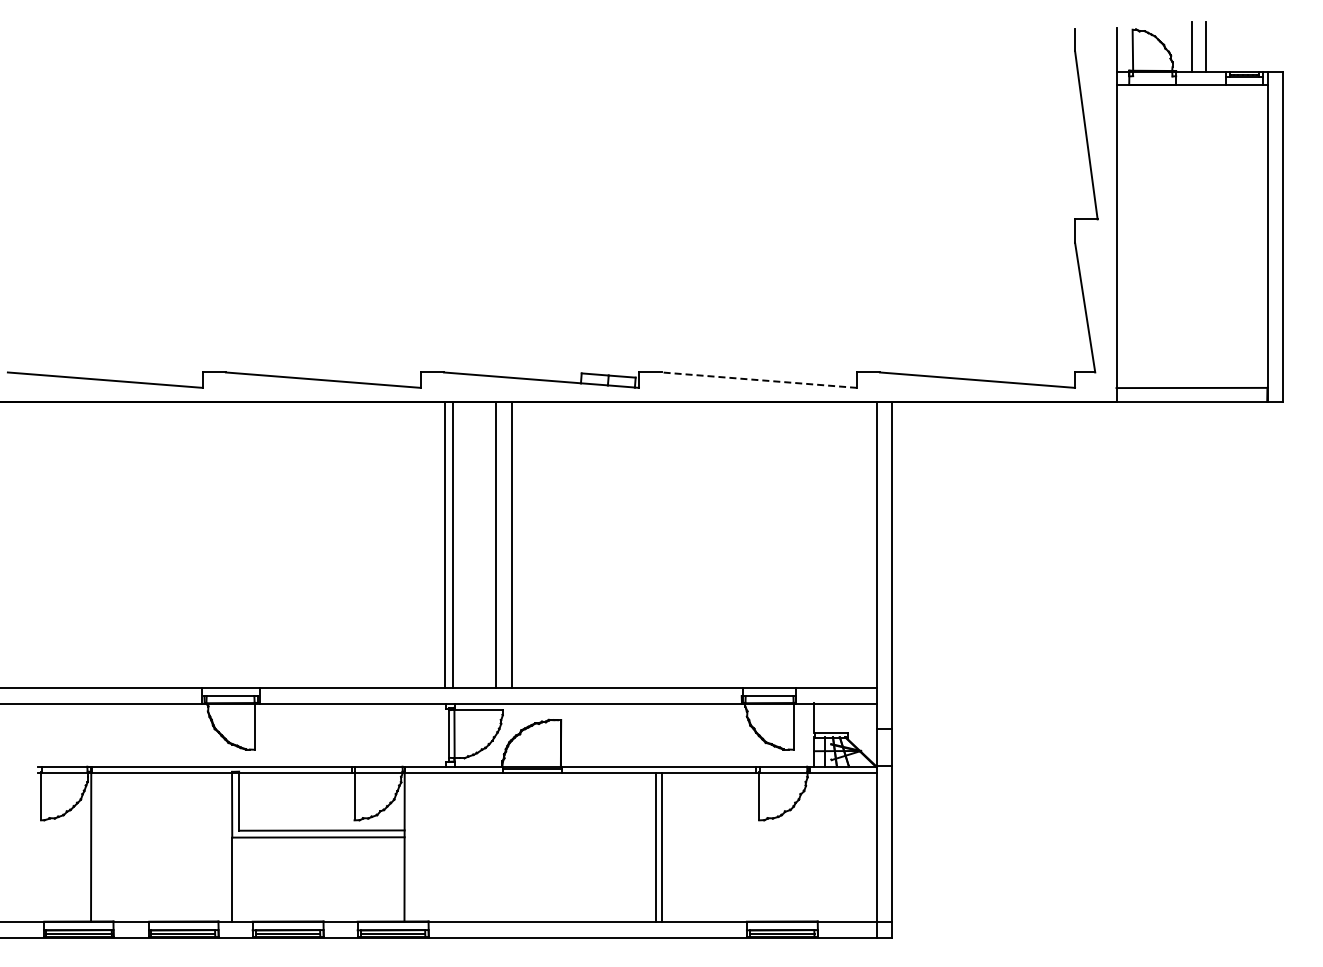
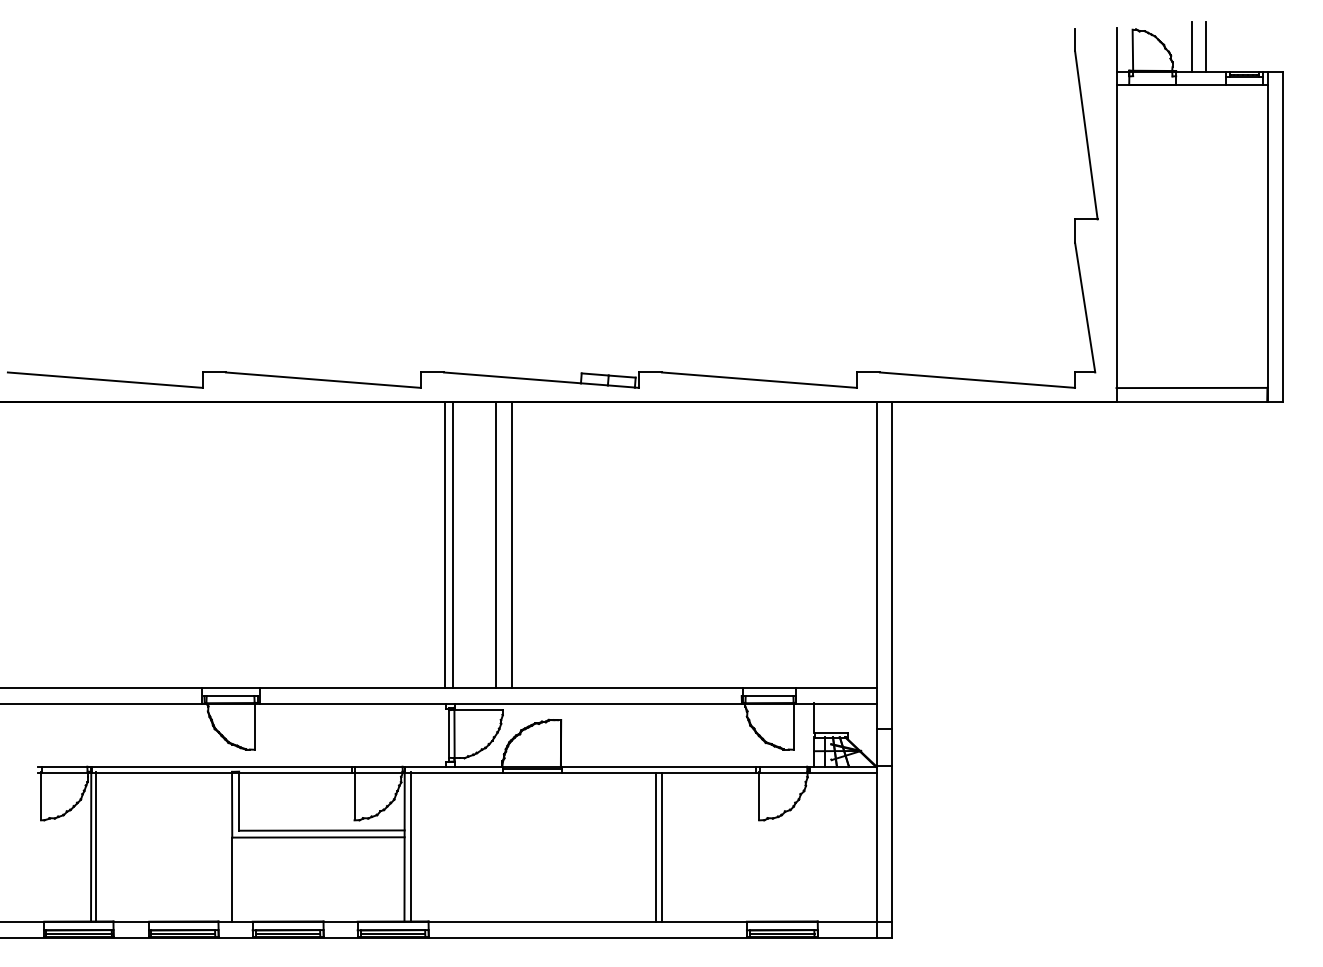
line at (759, 380): dashed -> solid
line at (96, 846): none -> present
line at (411, 846): none -> present
